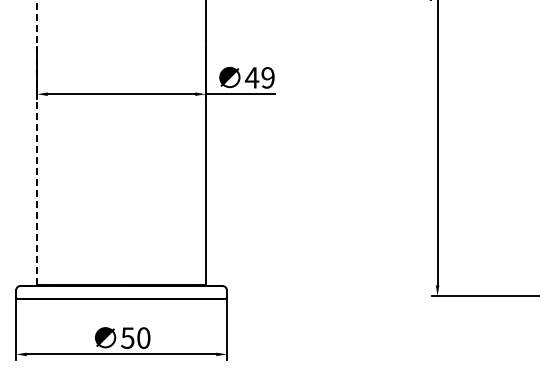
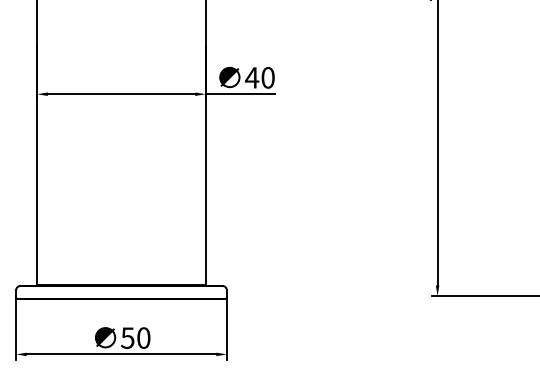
text at (267, 77): 49 -> 40
line at (37, 142): dashed -> solid
